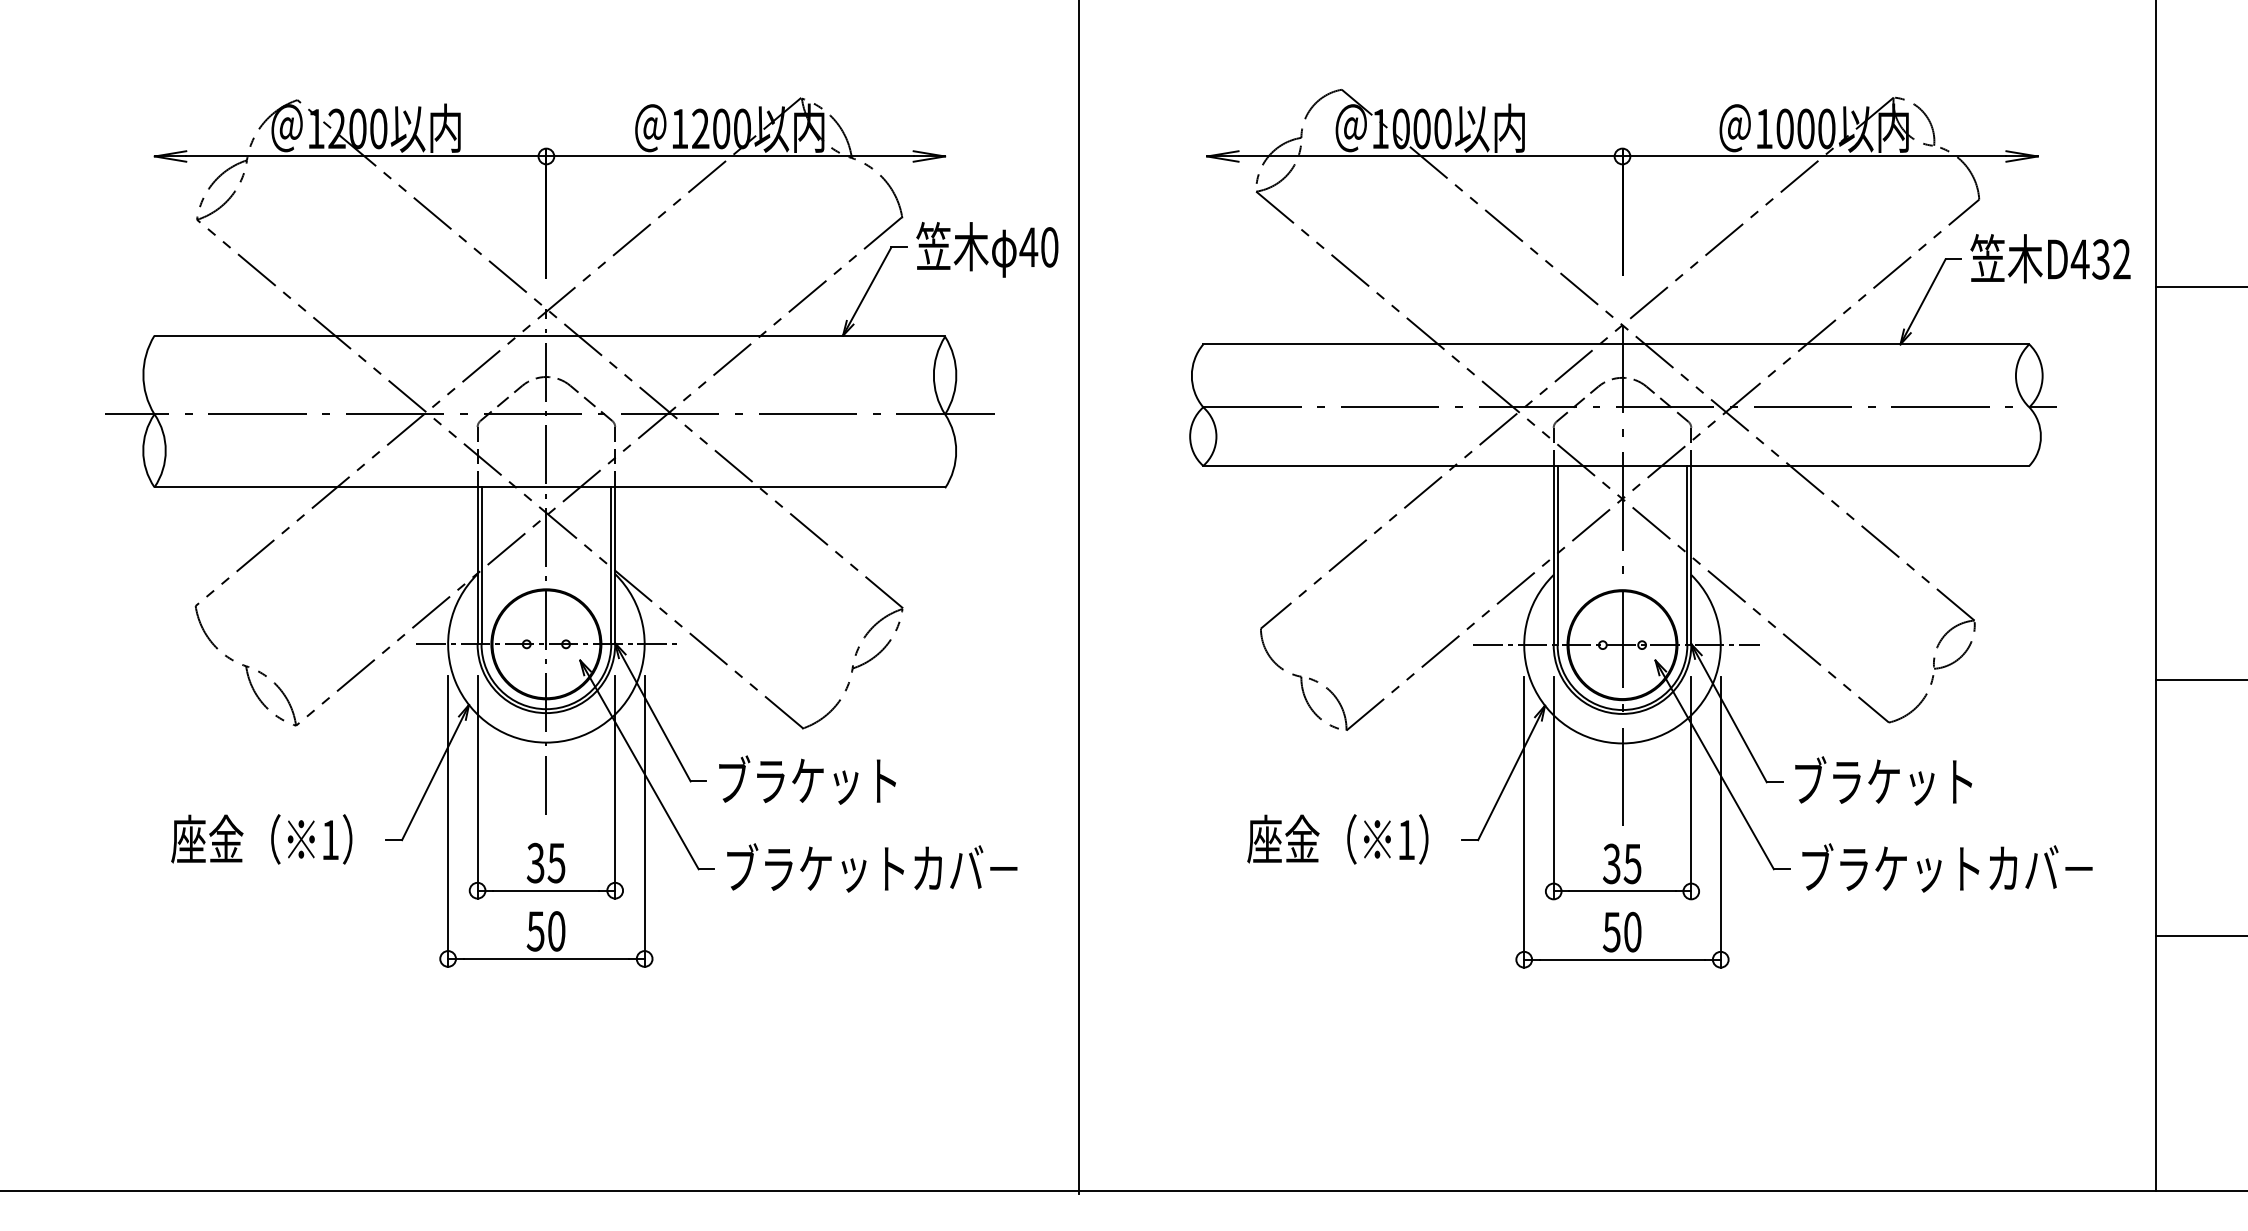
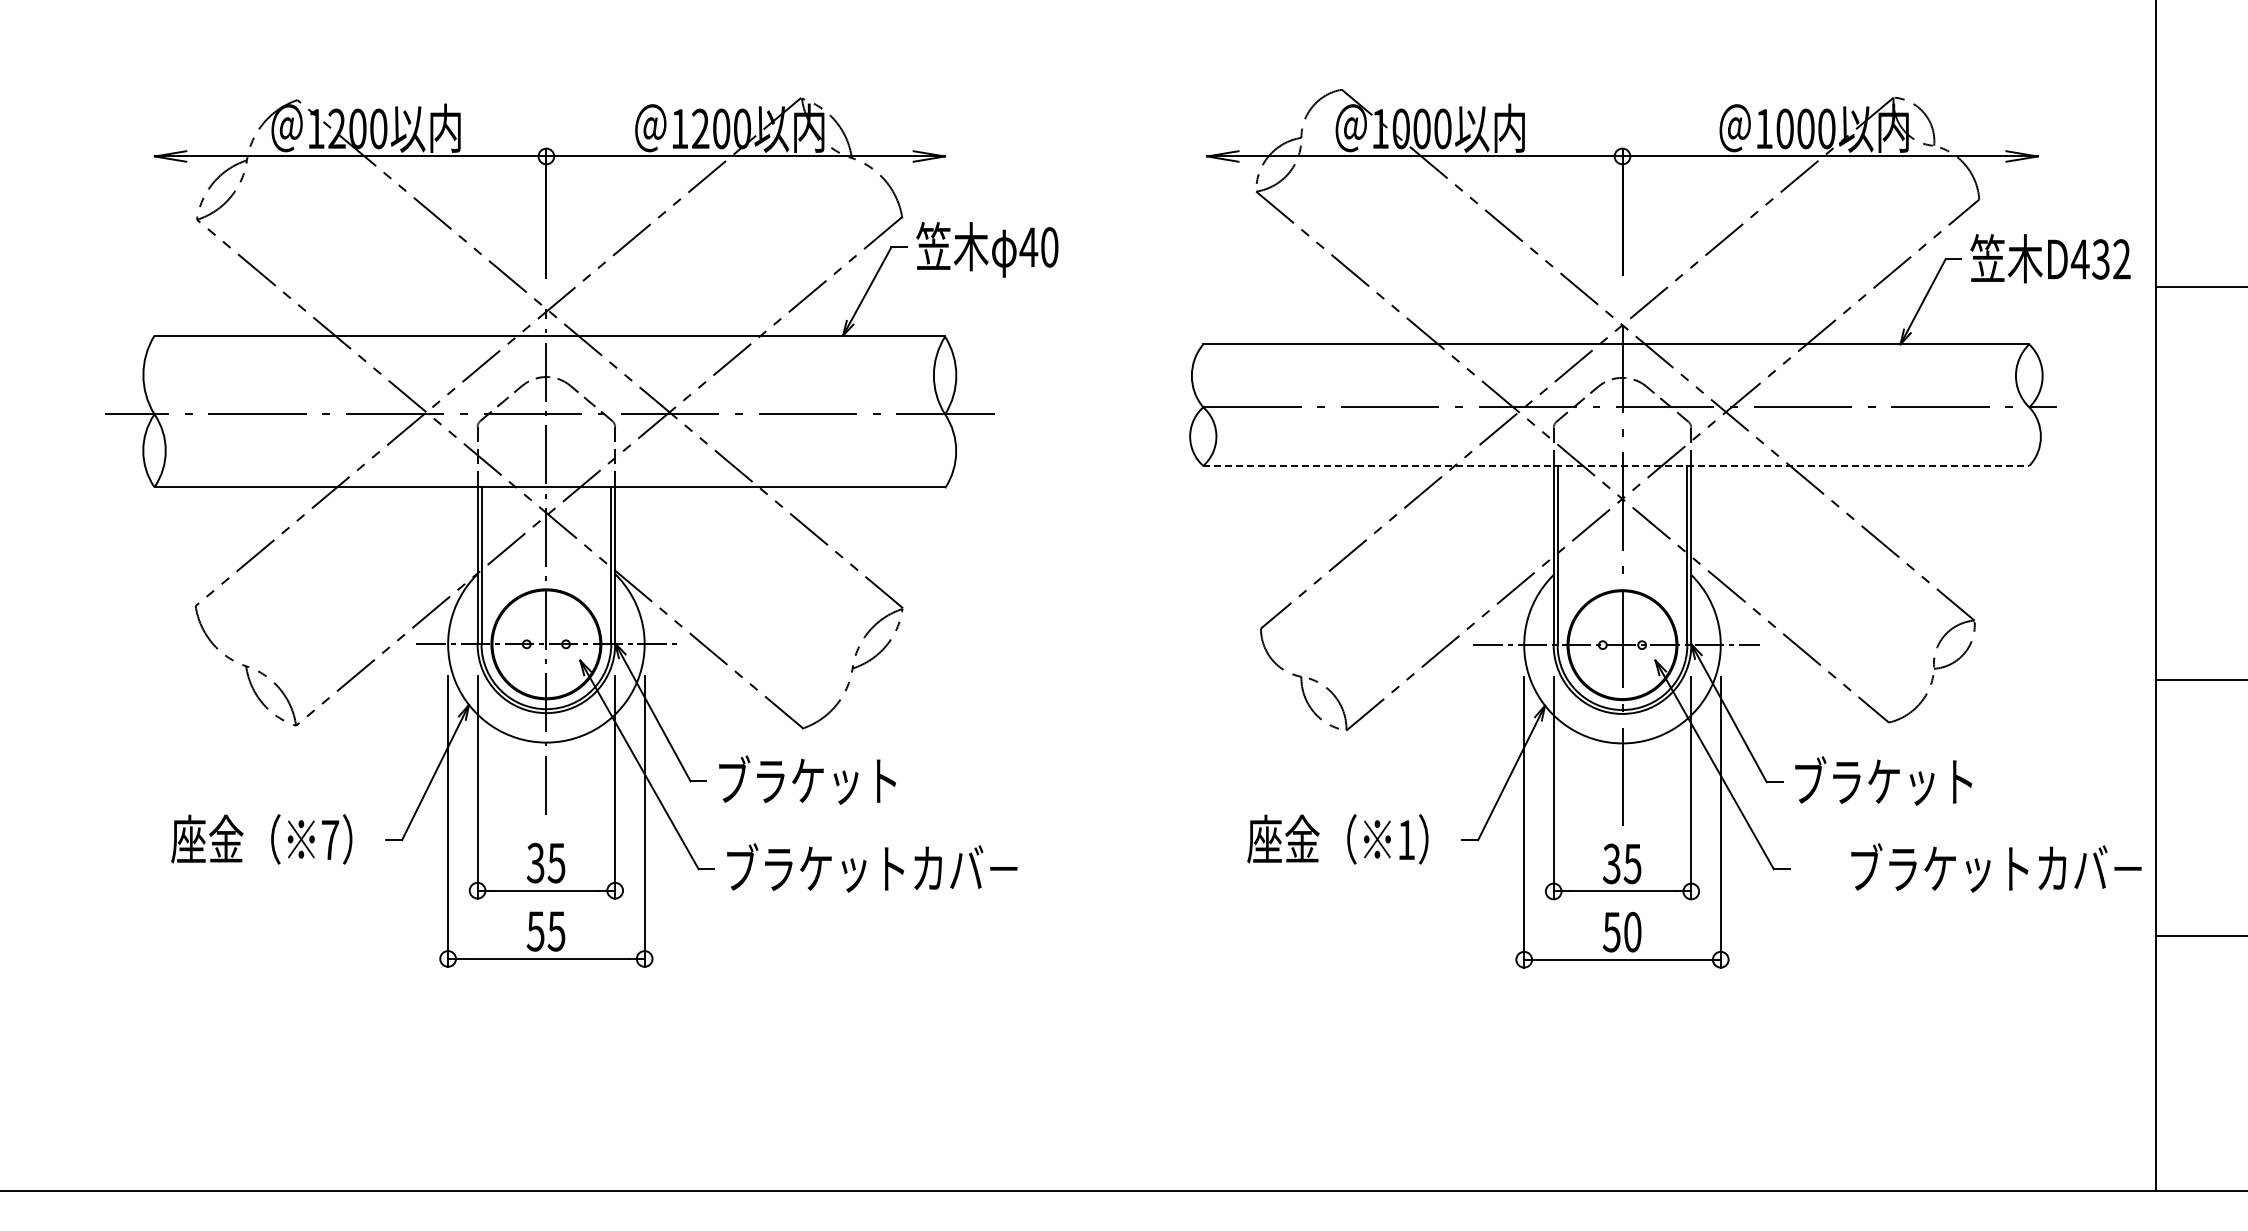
line at (1616, 465): solid -> dashed
line at (1078, 598): present -> none
text at (330, 839): 1 -> 7
text at (1947, 867) position: (1947, 867) -> (1996, 867)
text at (556, 931): 50 -> 55
